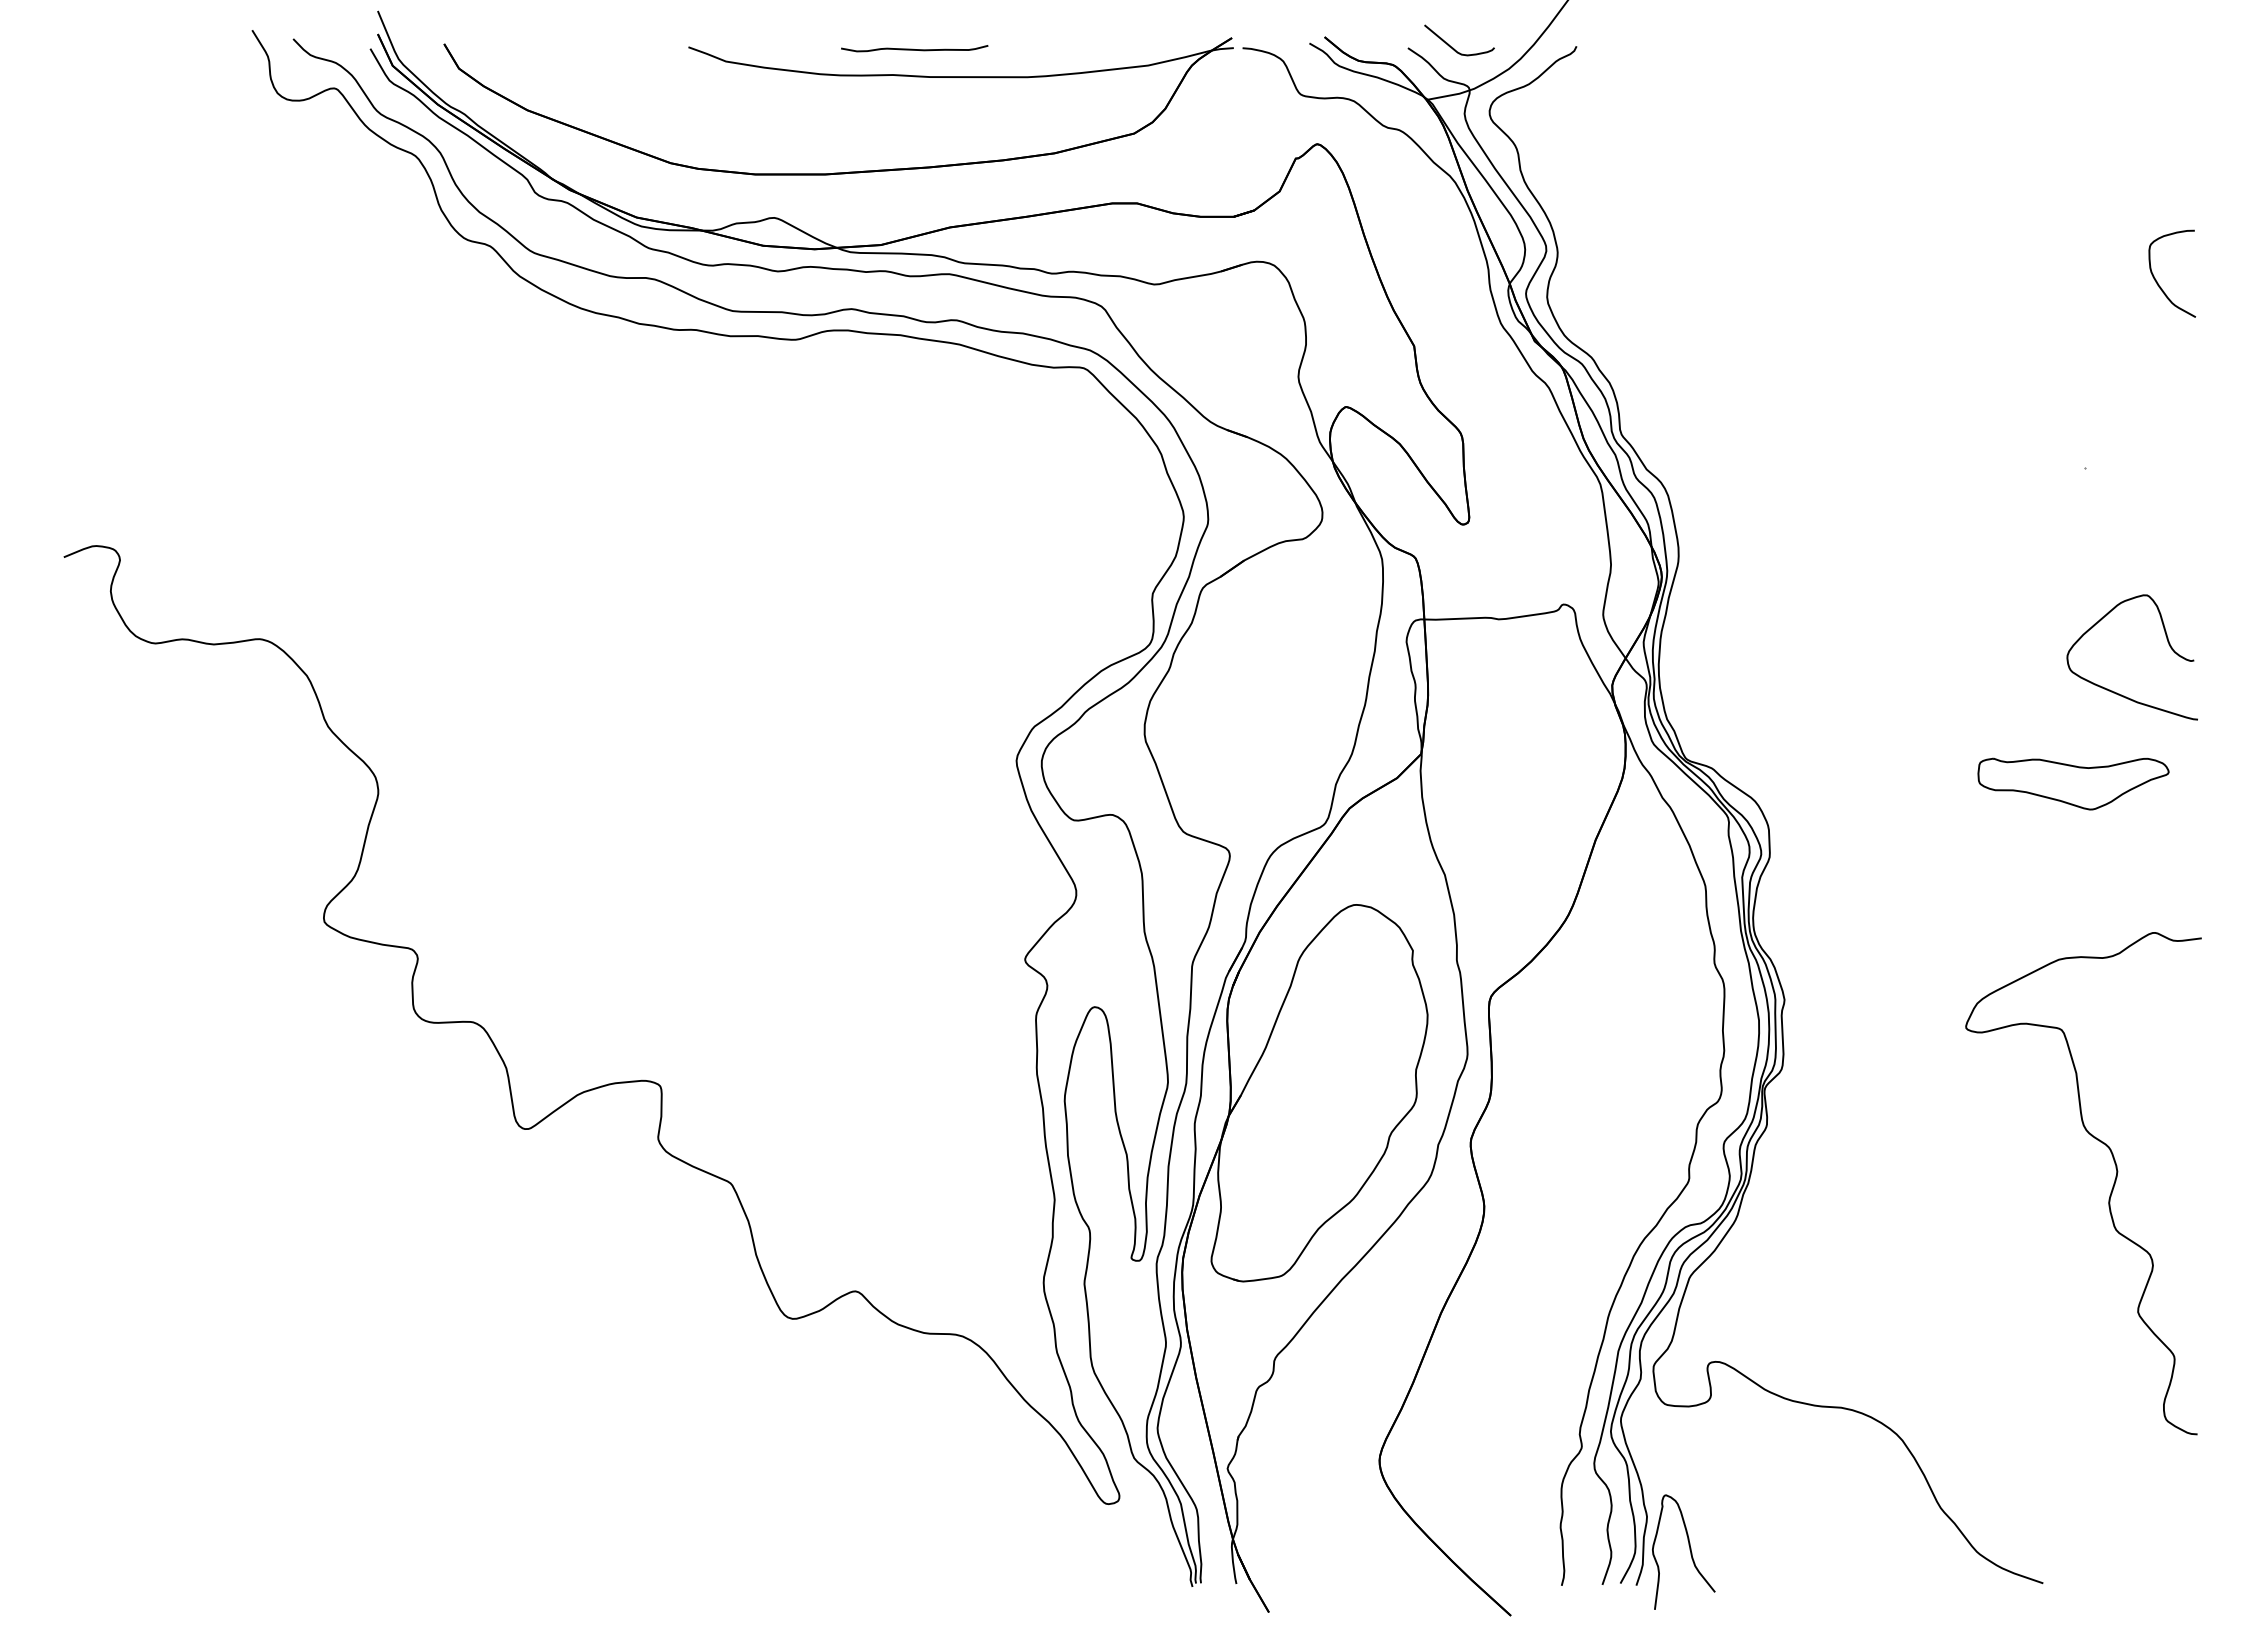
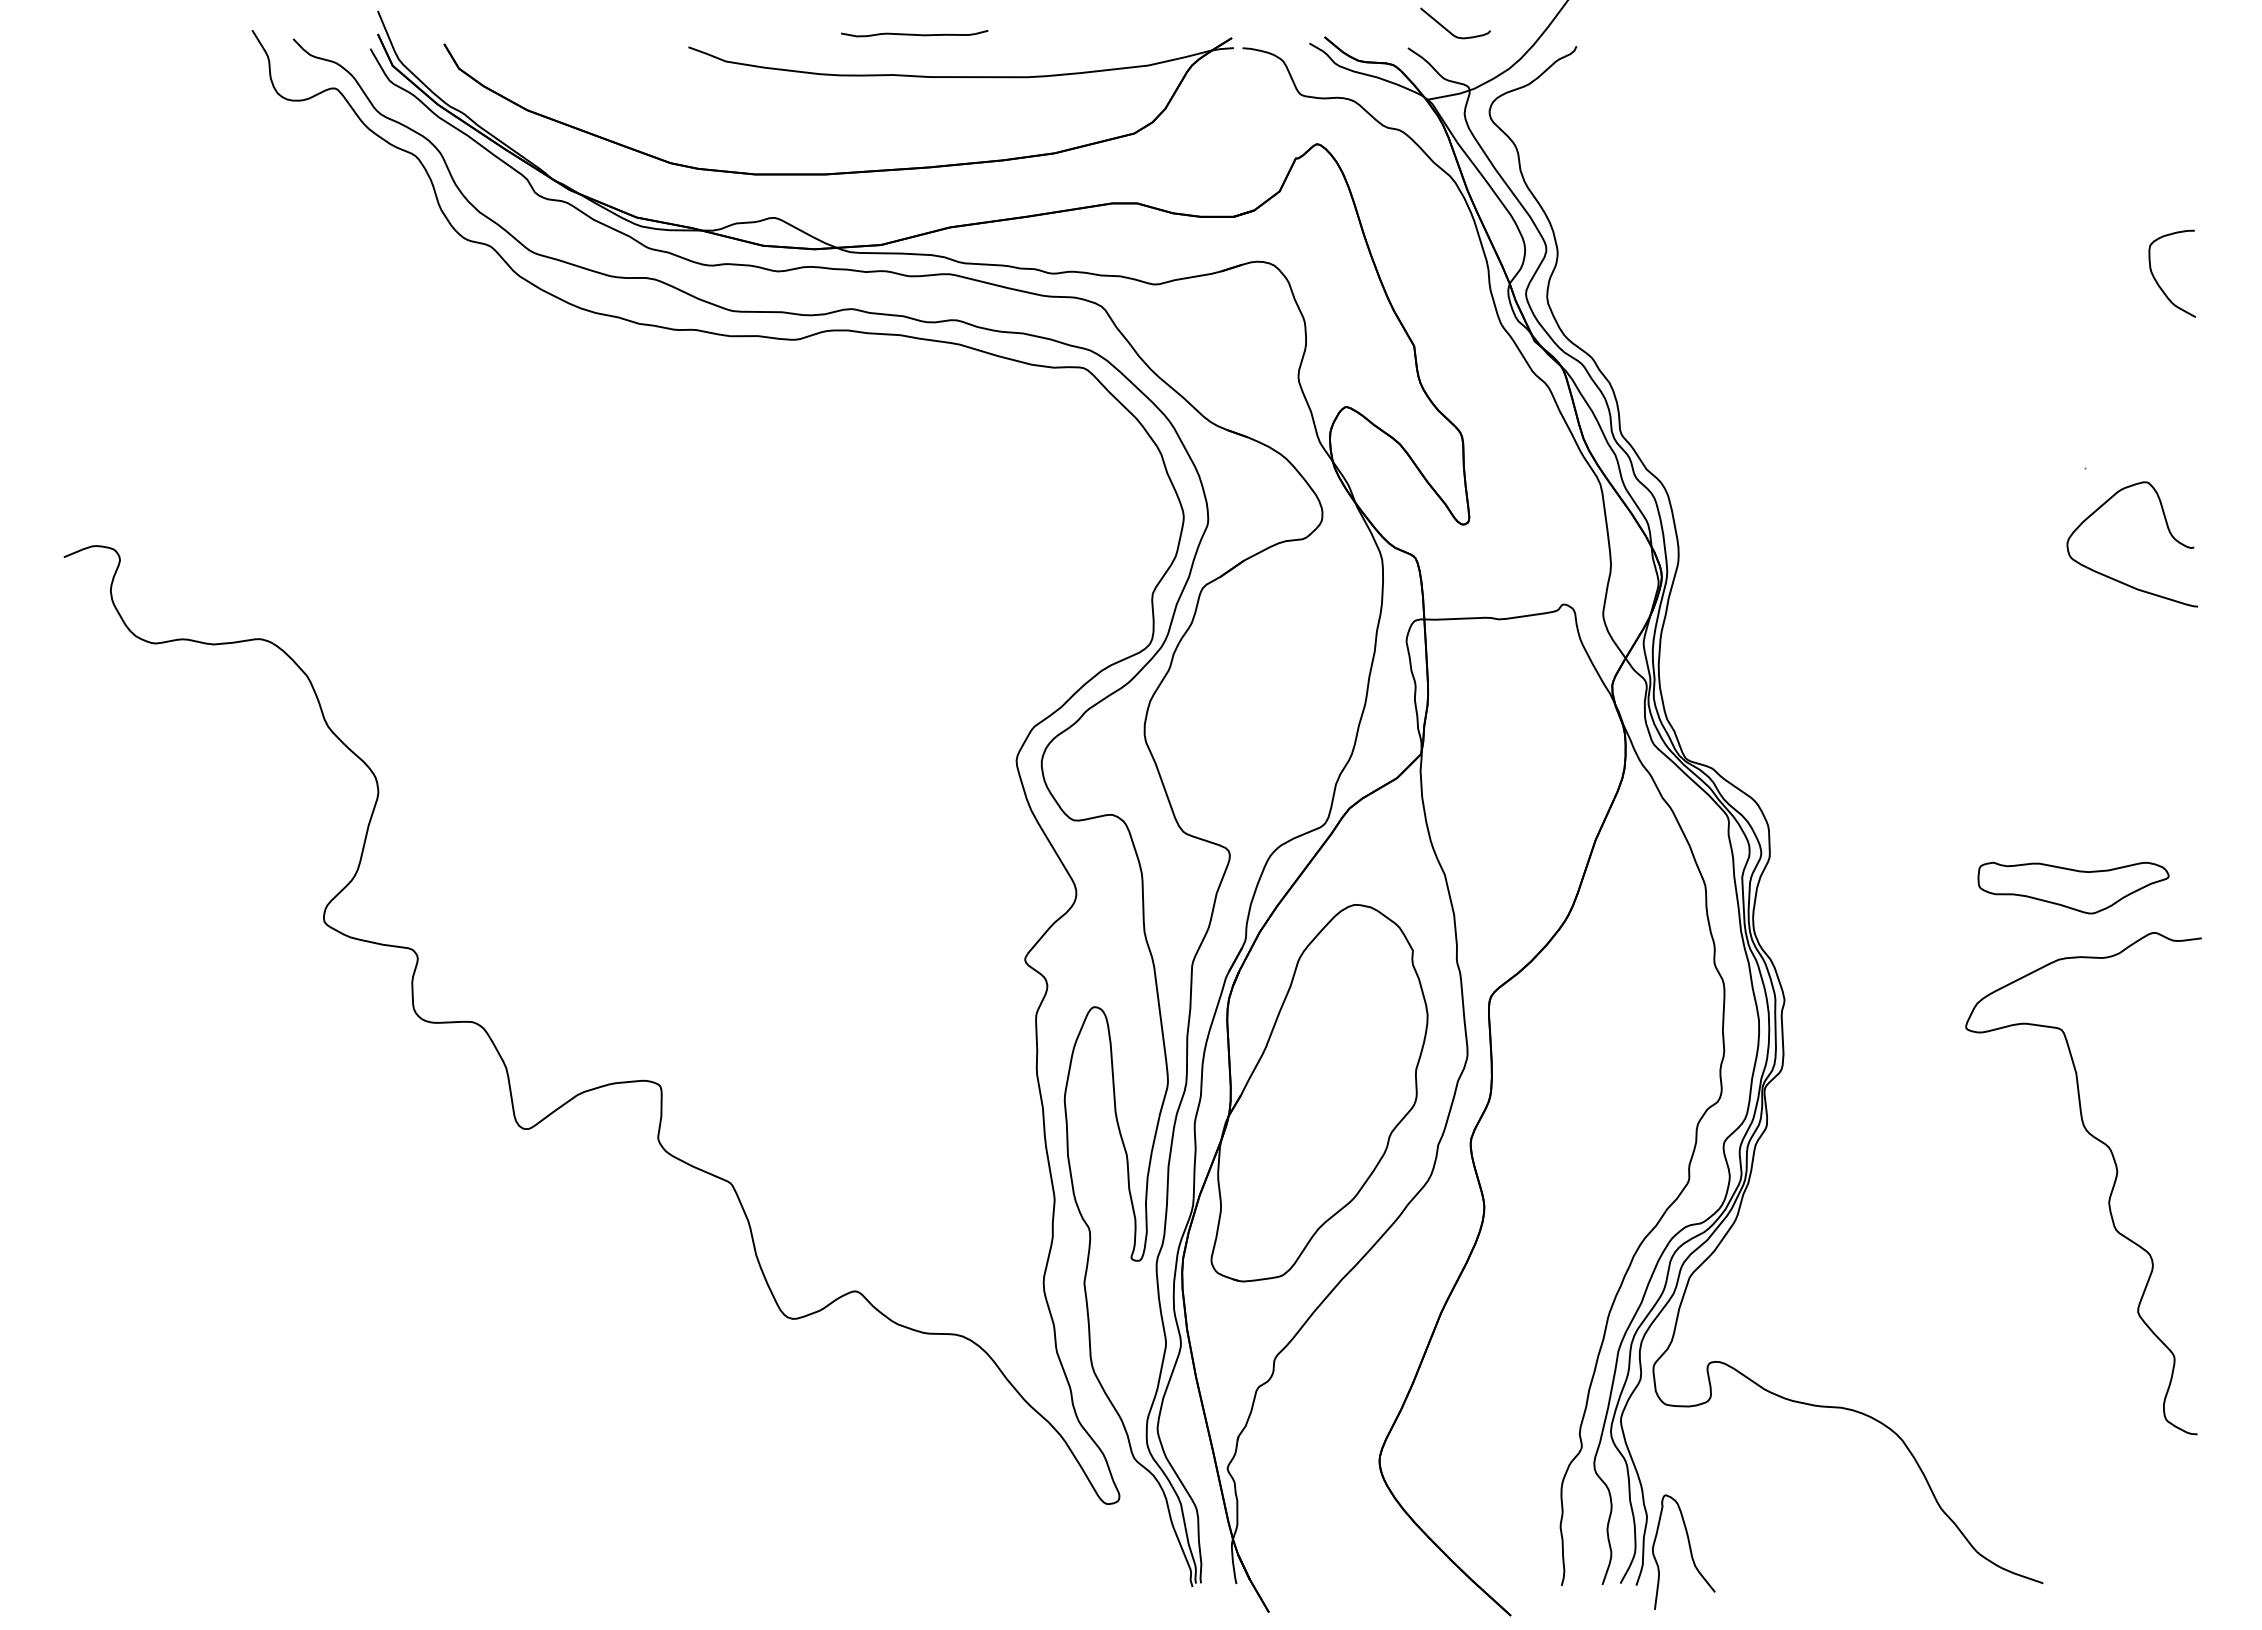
curve at (1453, 47) position: (1453, 47) -> (1449, 30)
curve at (913, 48) position: (913, 48) -> (913, 33)
curve at (2117, 692) position: (2117, 692) -> (2117, 579)
part at (2073, 783) position: (2073, 783) -> (2073, 887)
